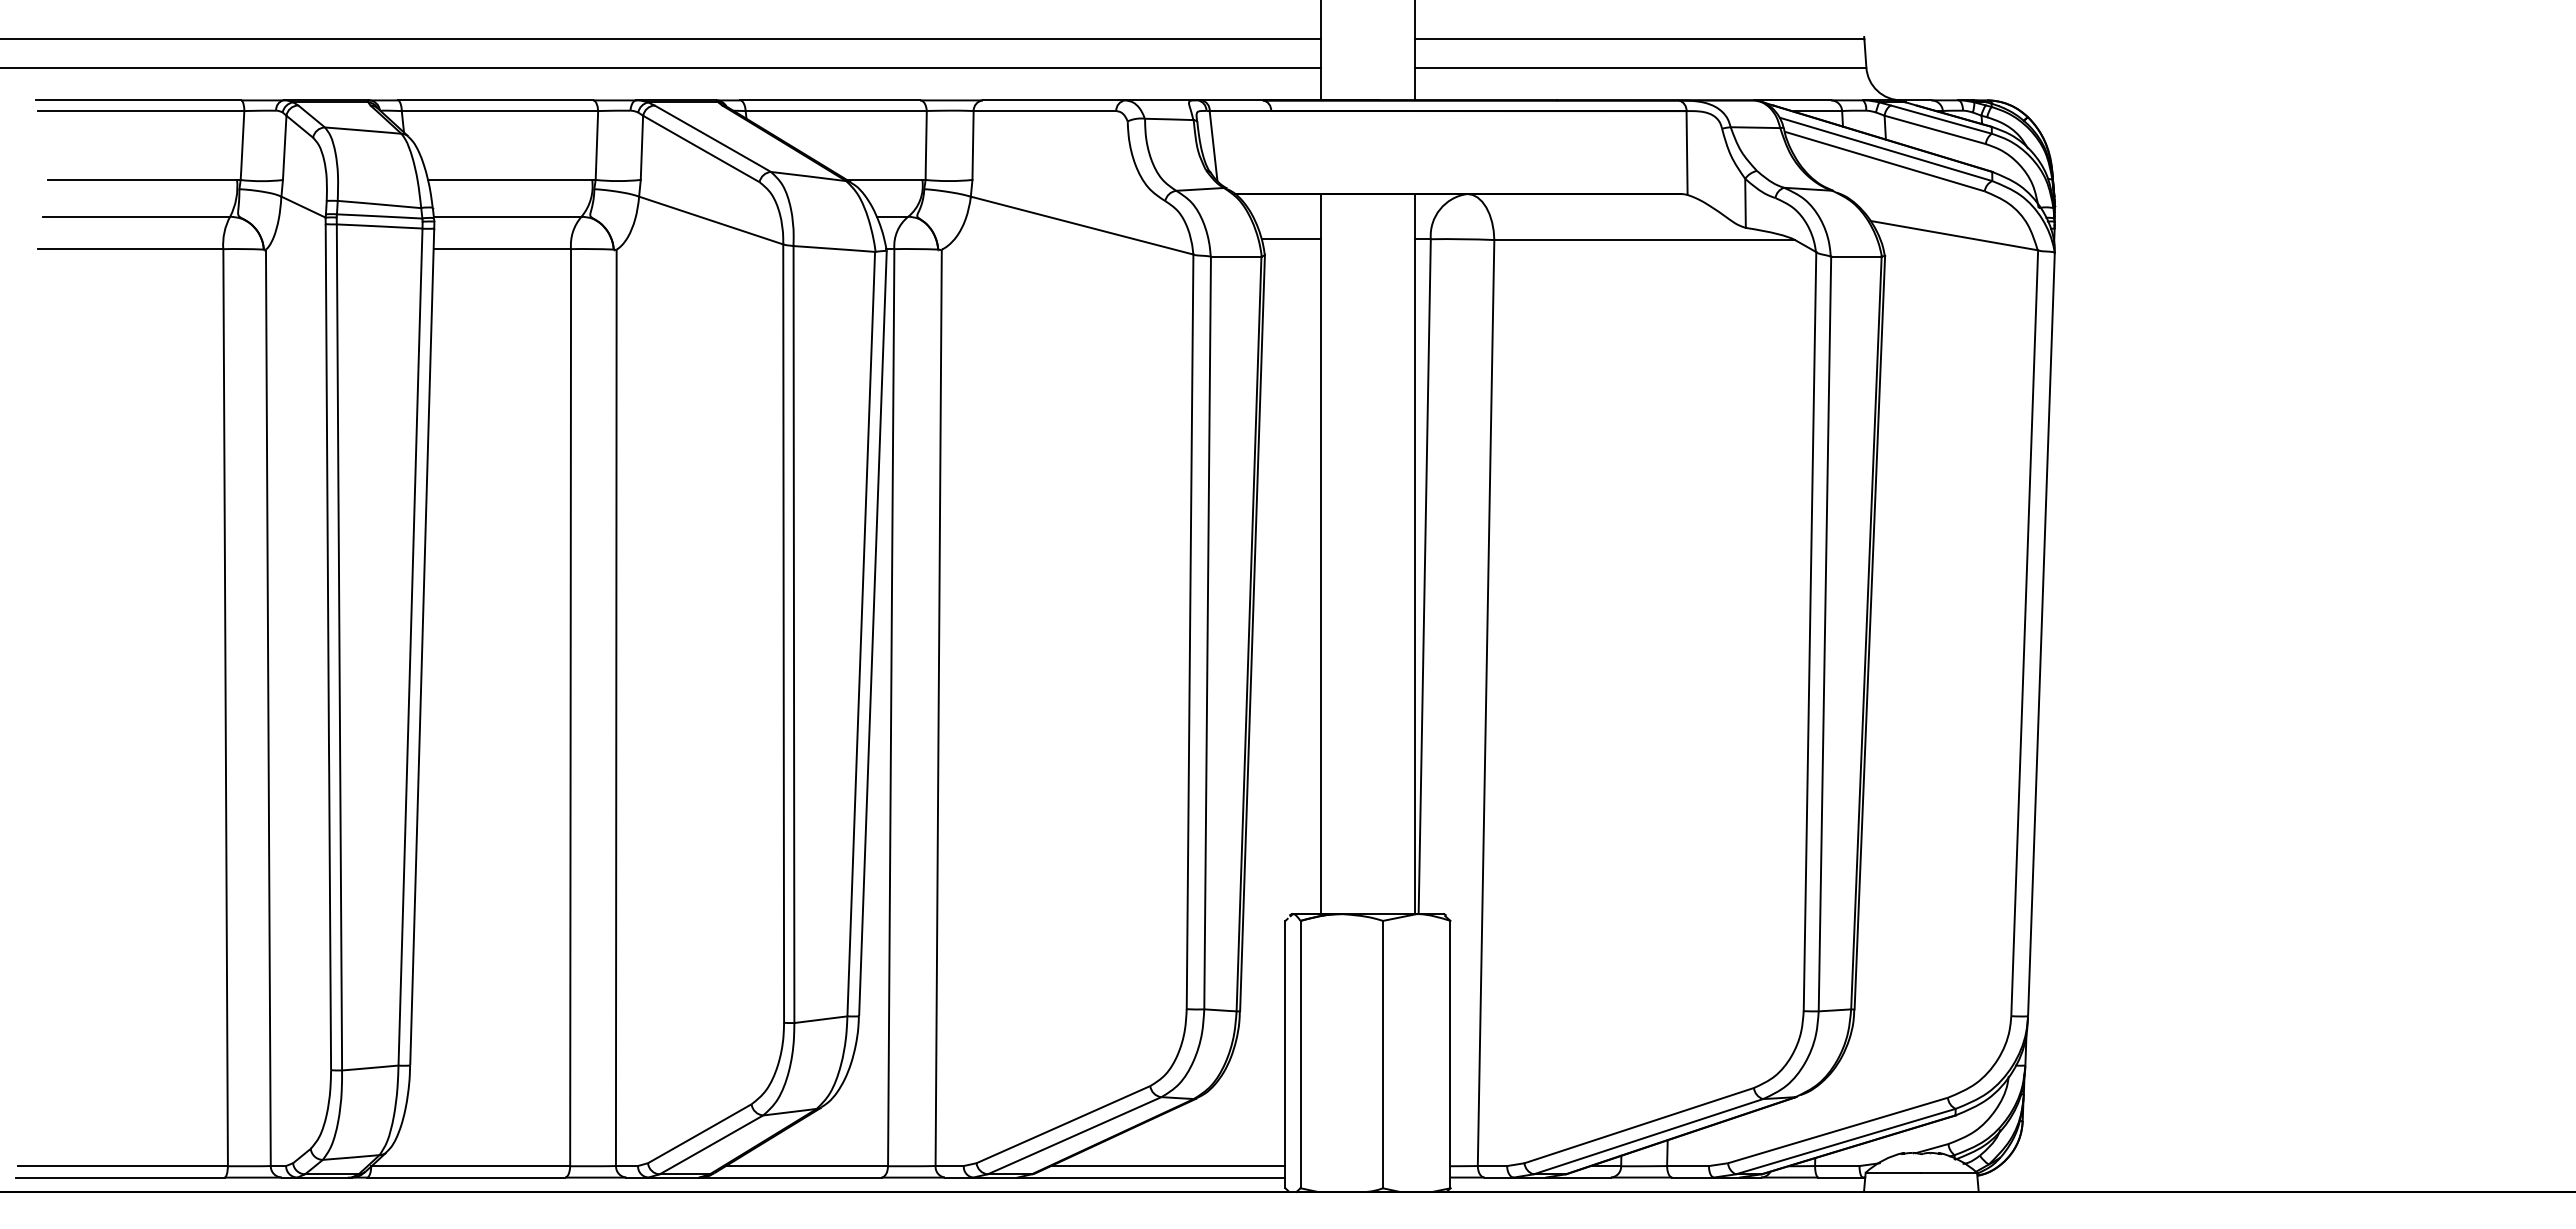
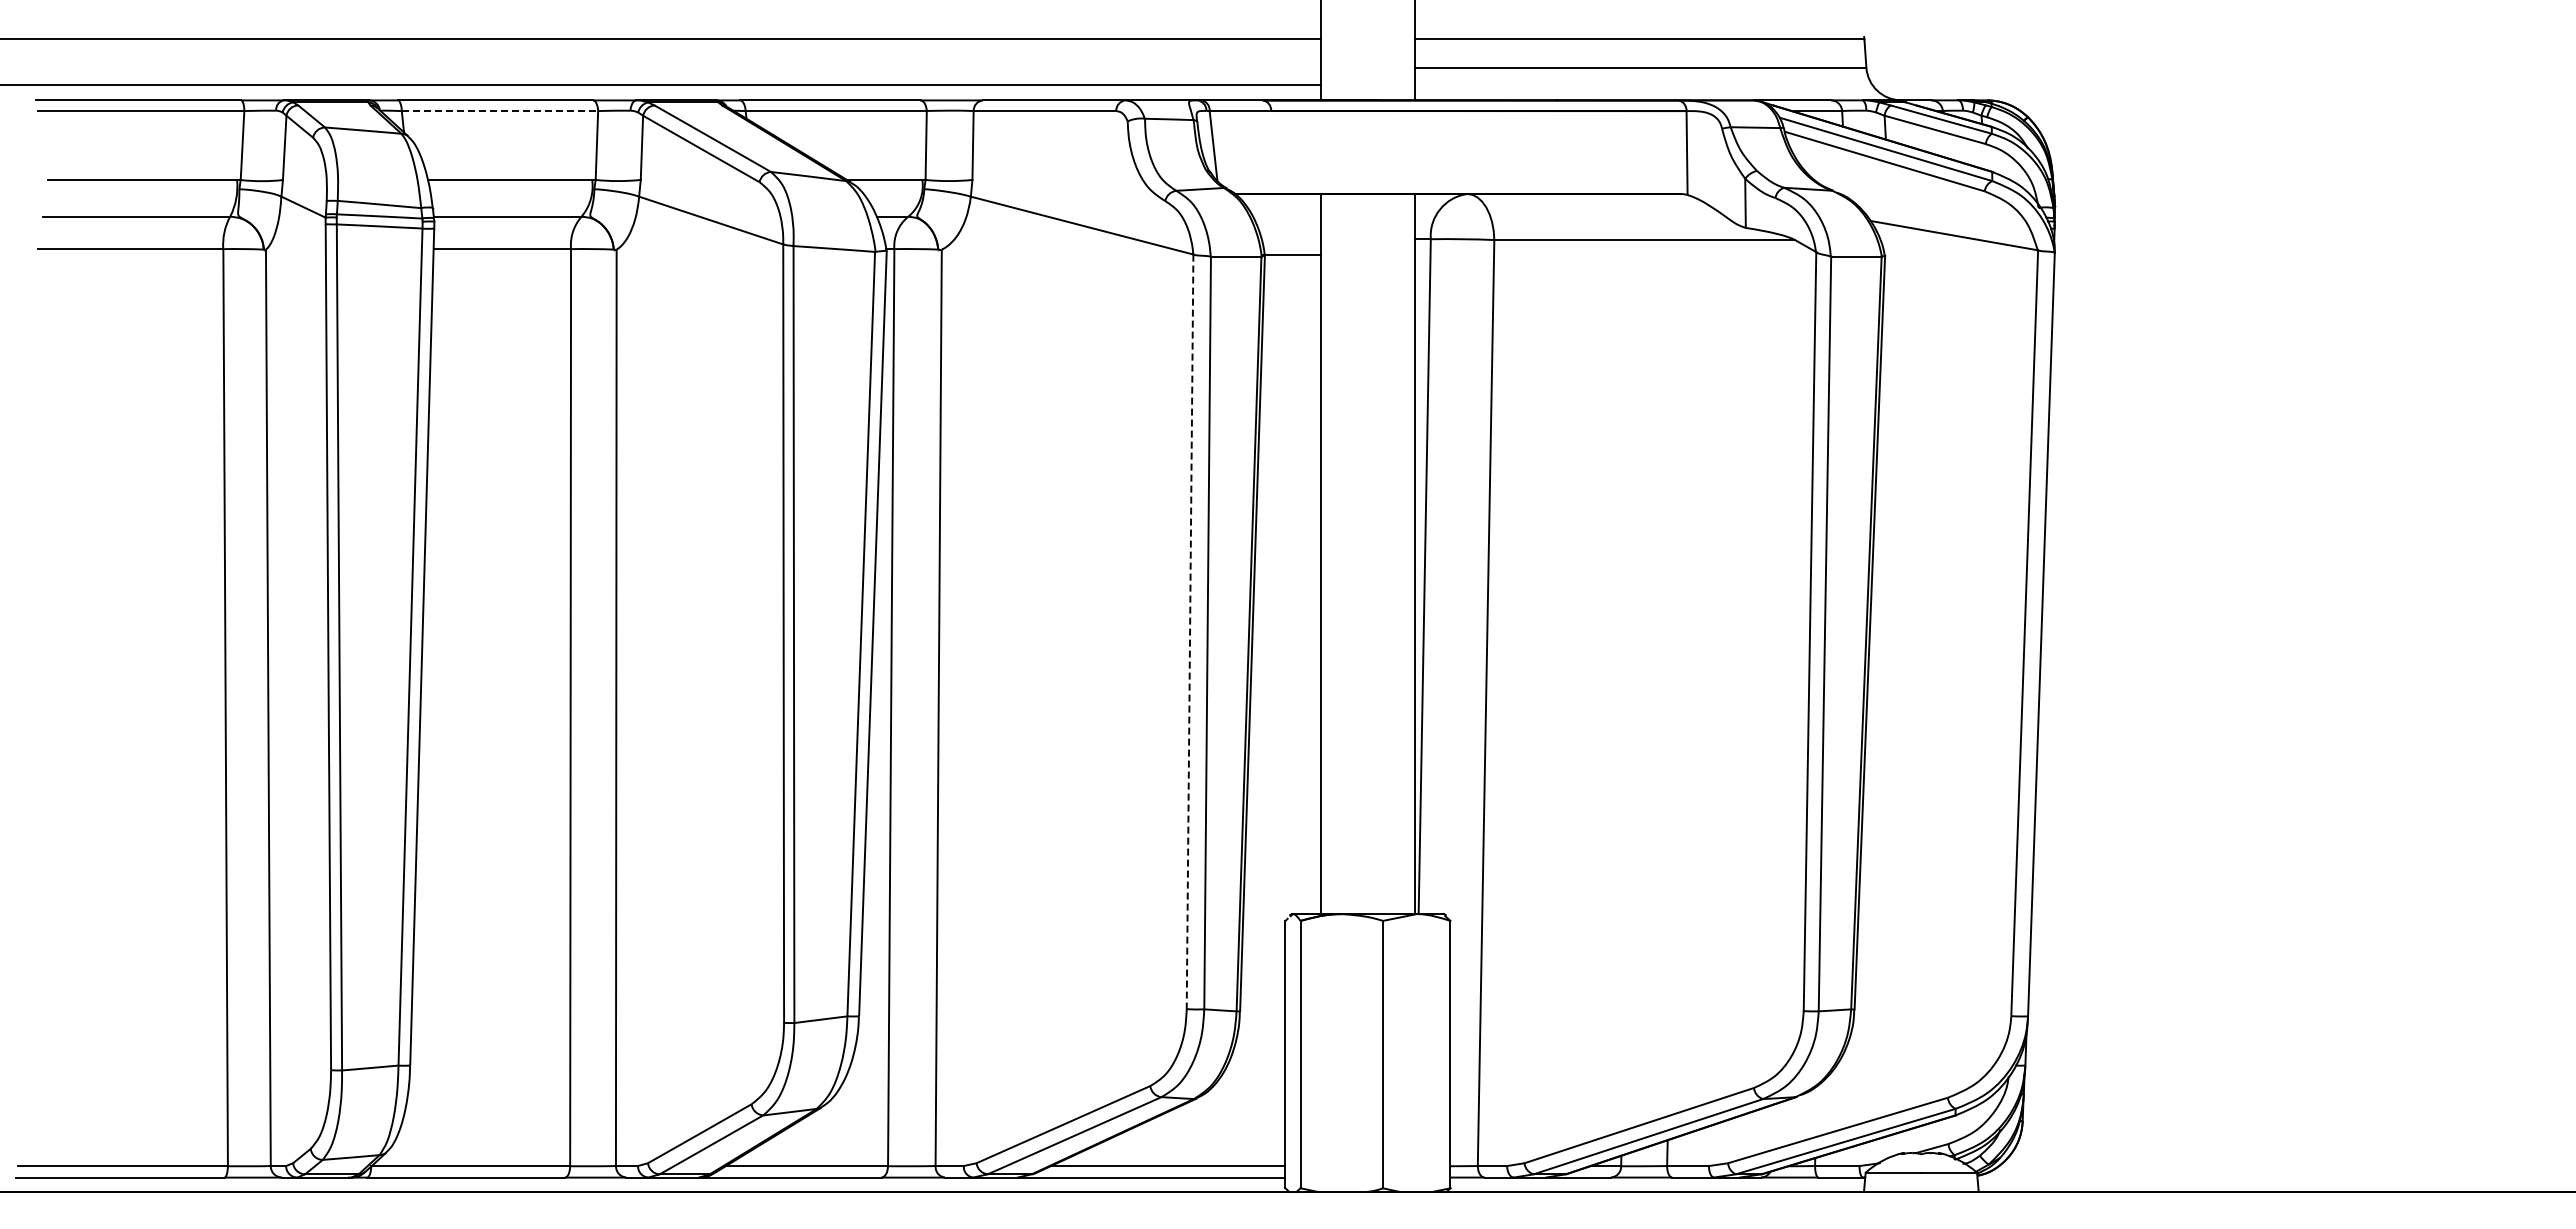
line at (661, 67) position: (661, 67) -> (661, 84)
line at (500, 111): solid -> dashed
line at (1291, 239) position: (1291, 239) -> (1291, 255)
line at (1190, 632): solid -> dashed
